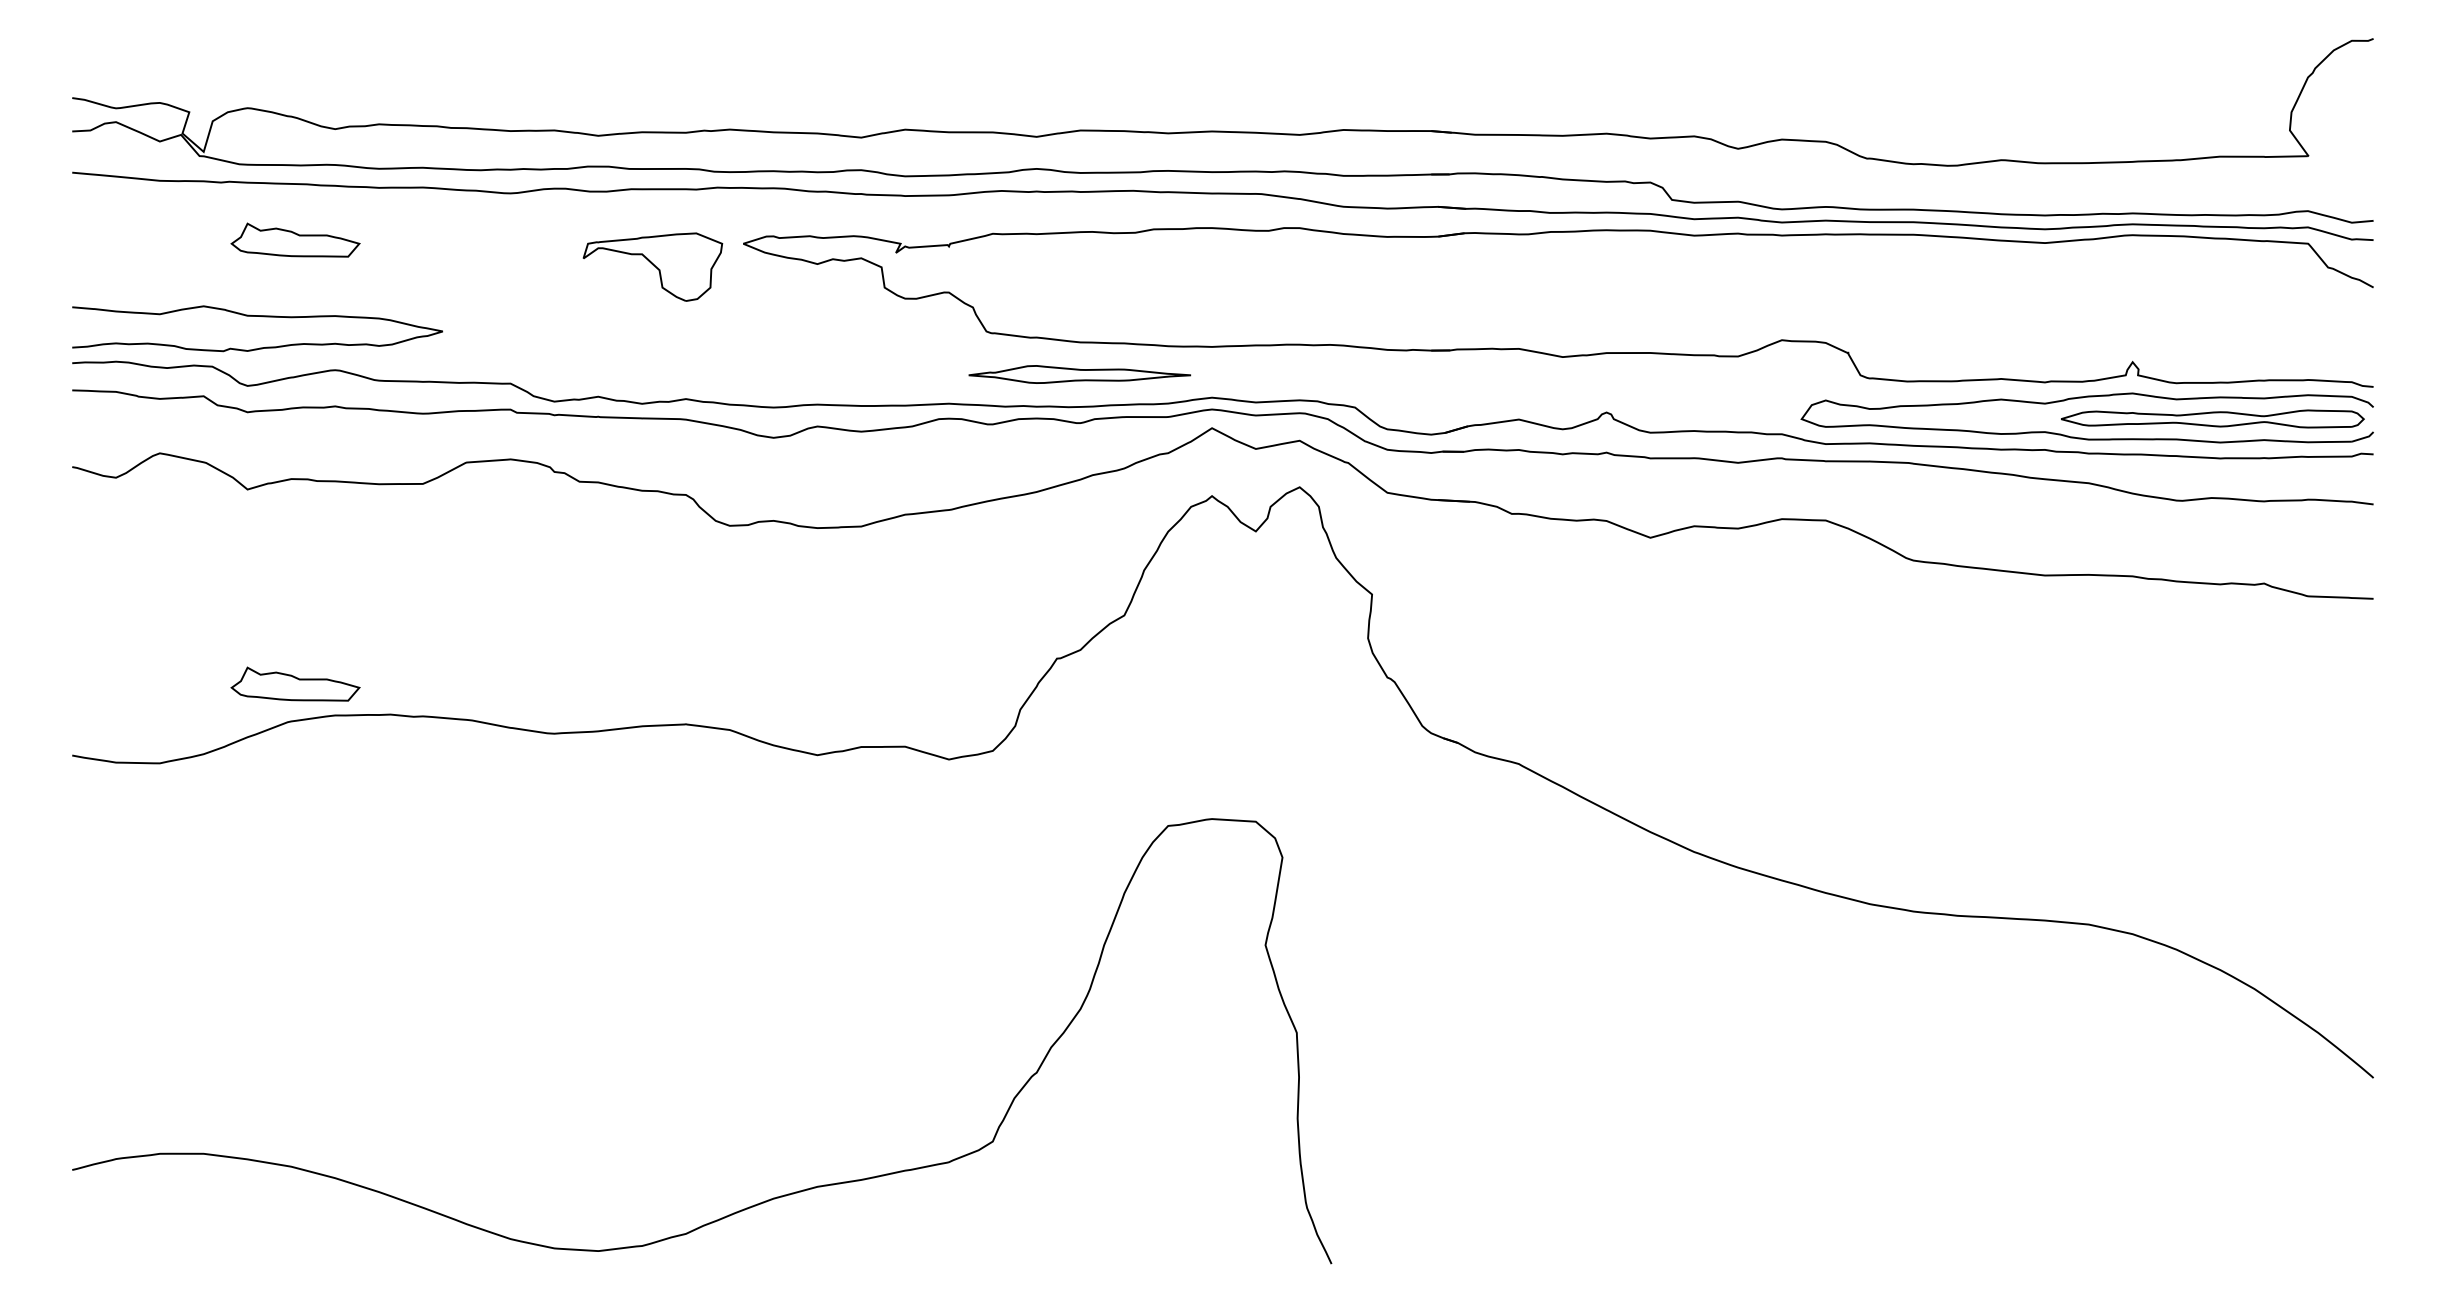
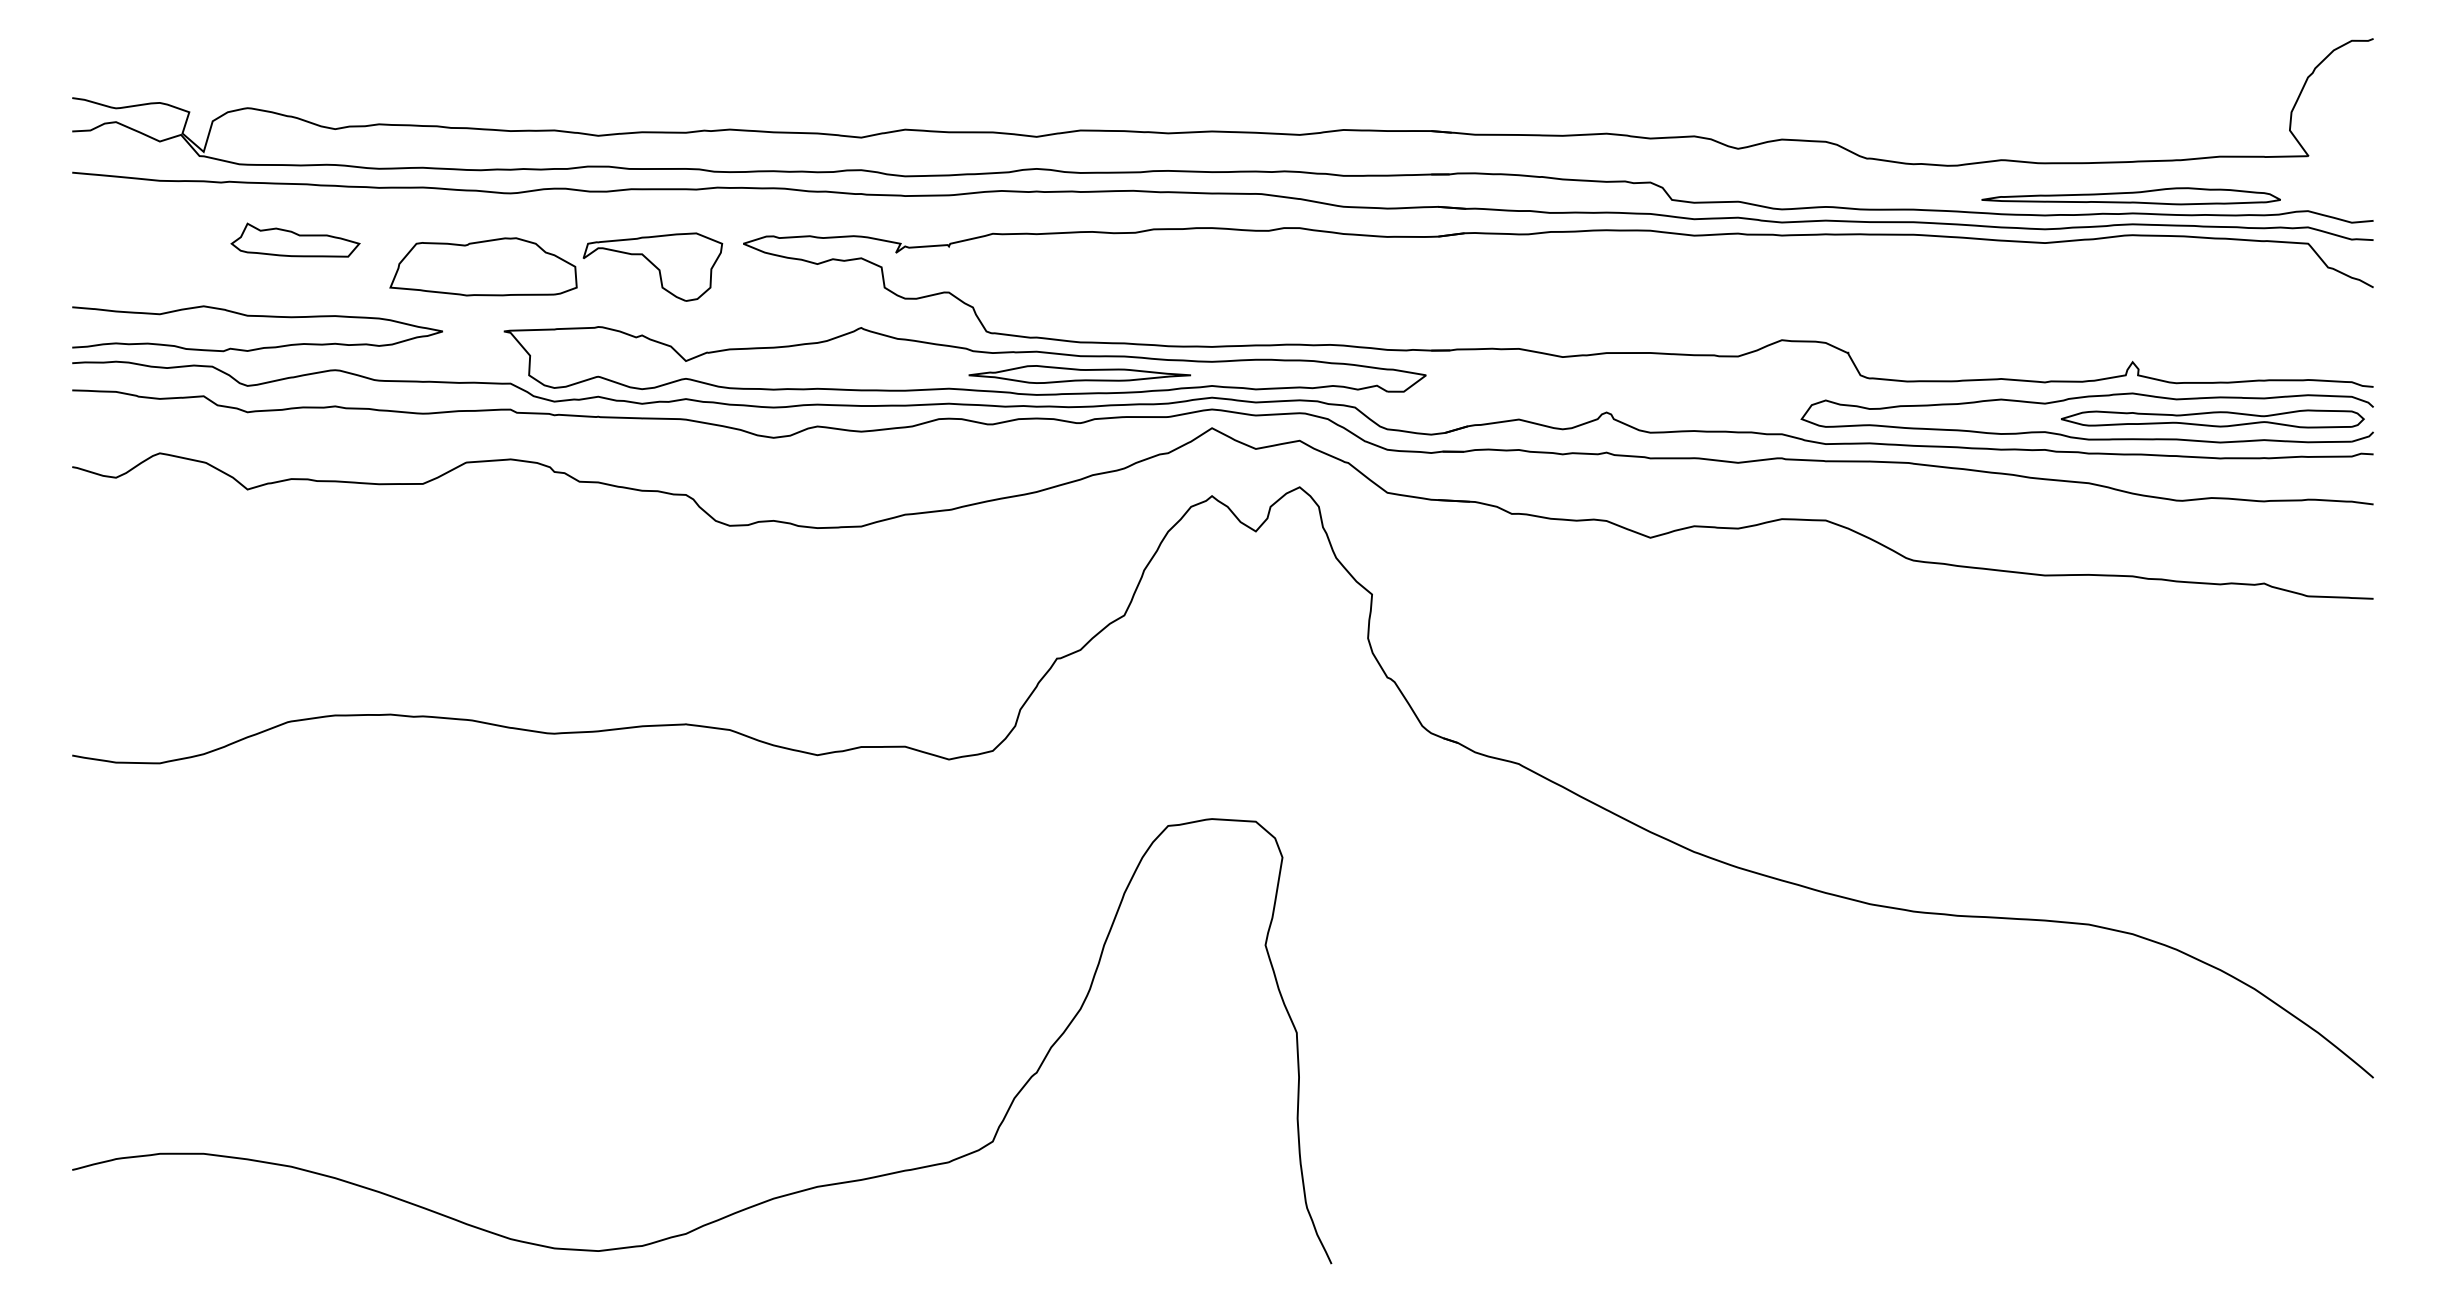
part at (2130, 196): none -> present
part at (483, 266): none -> present
part at (964, 360): none -> present
part at (295, 683): present -> none
